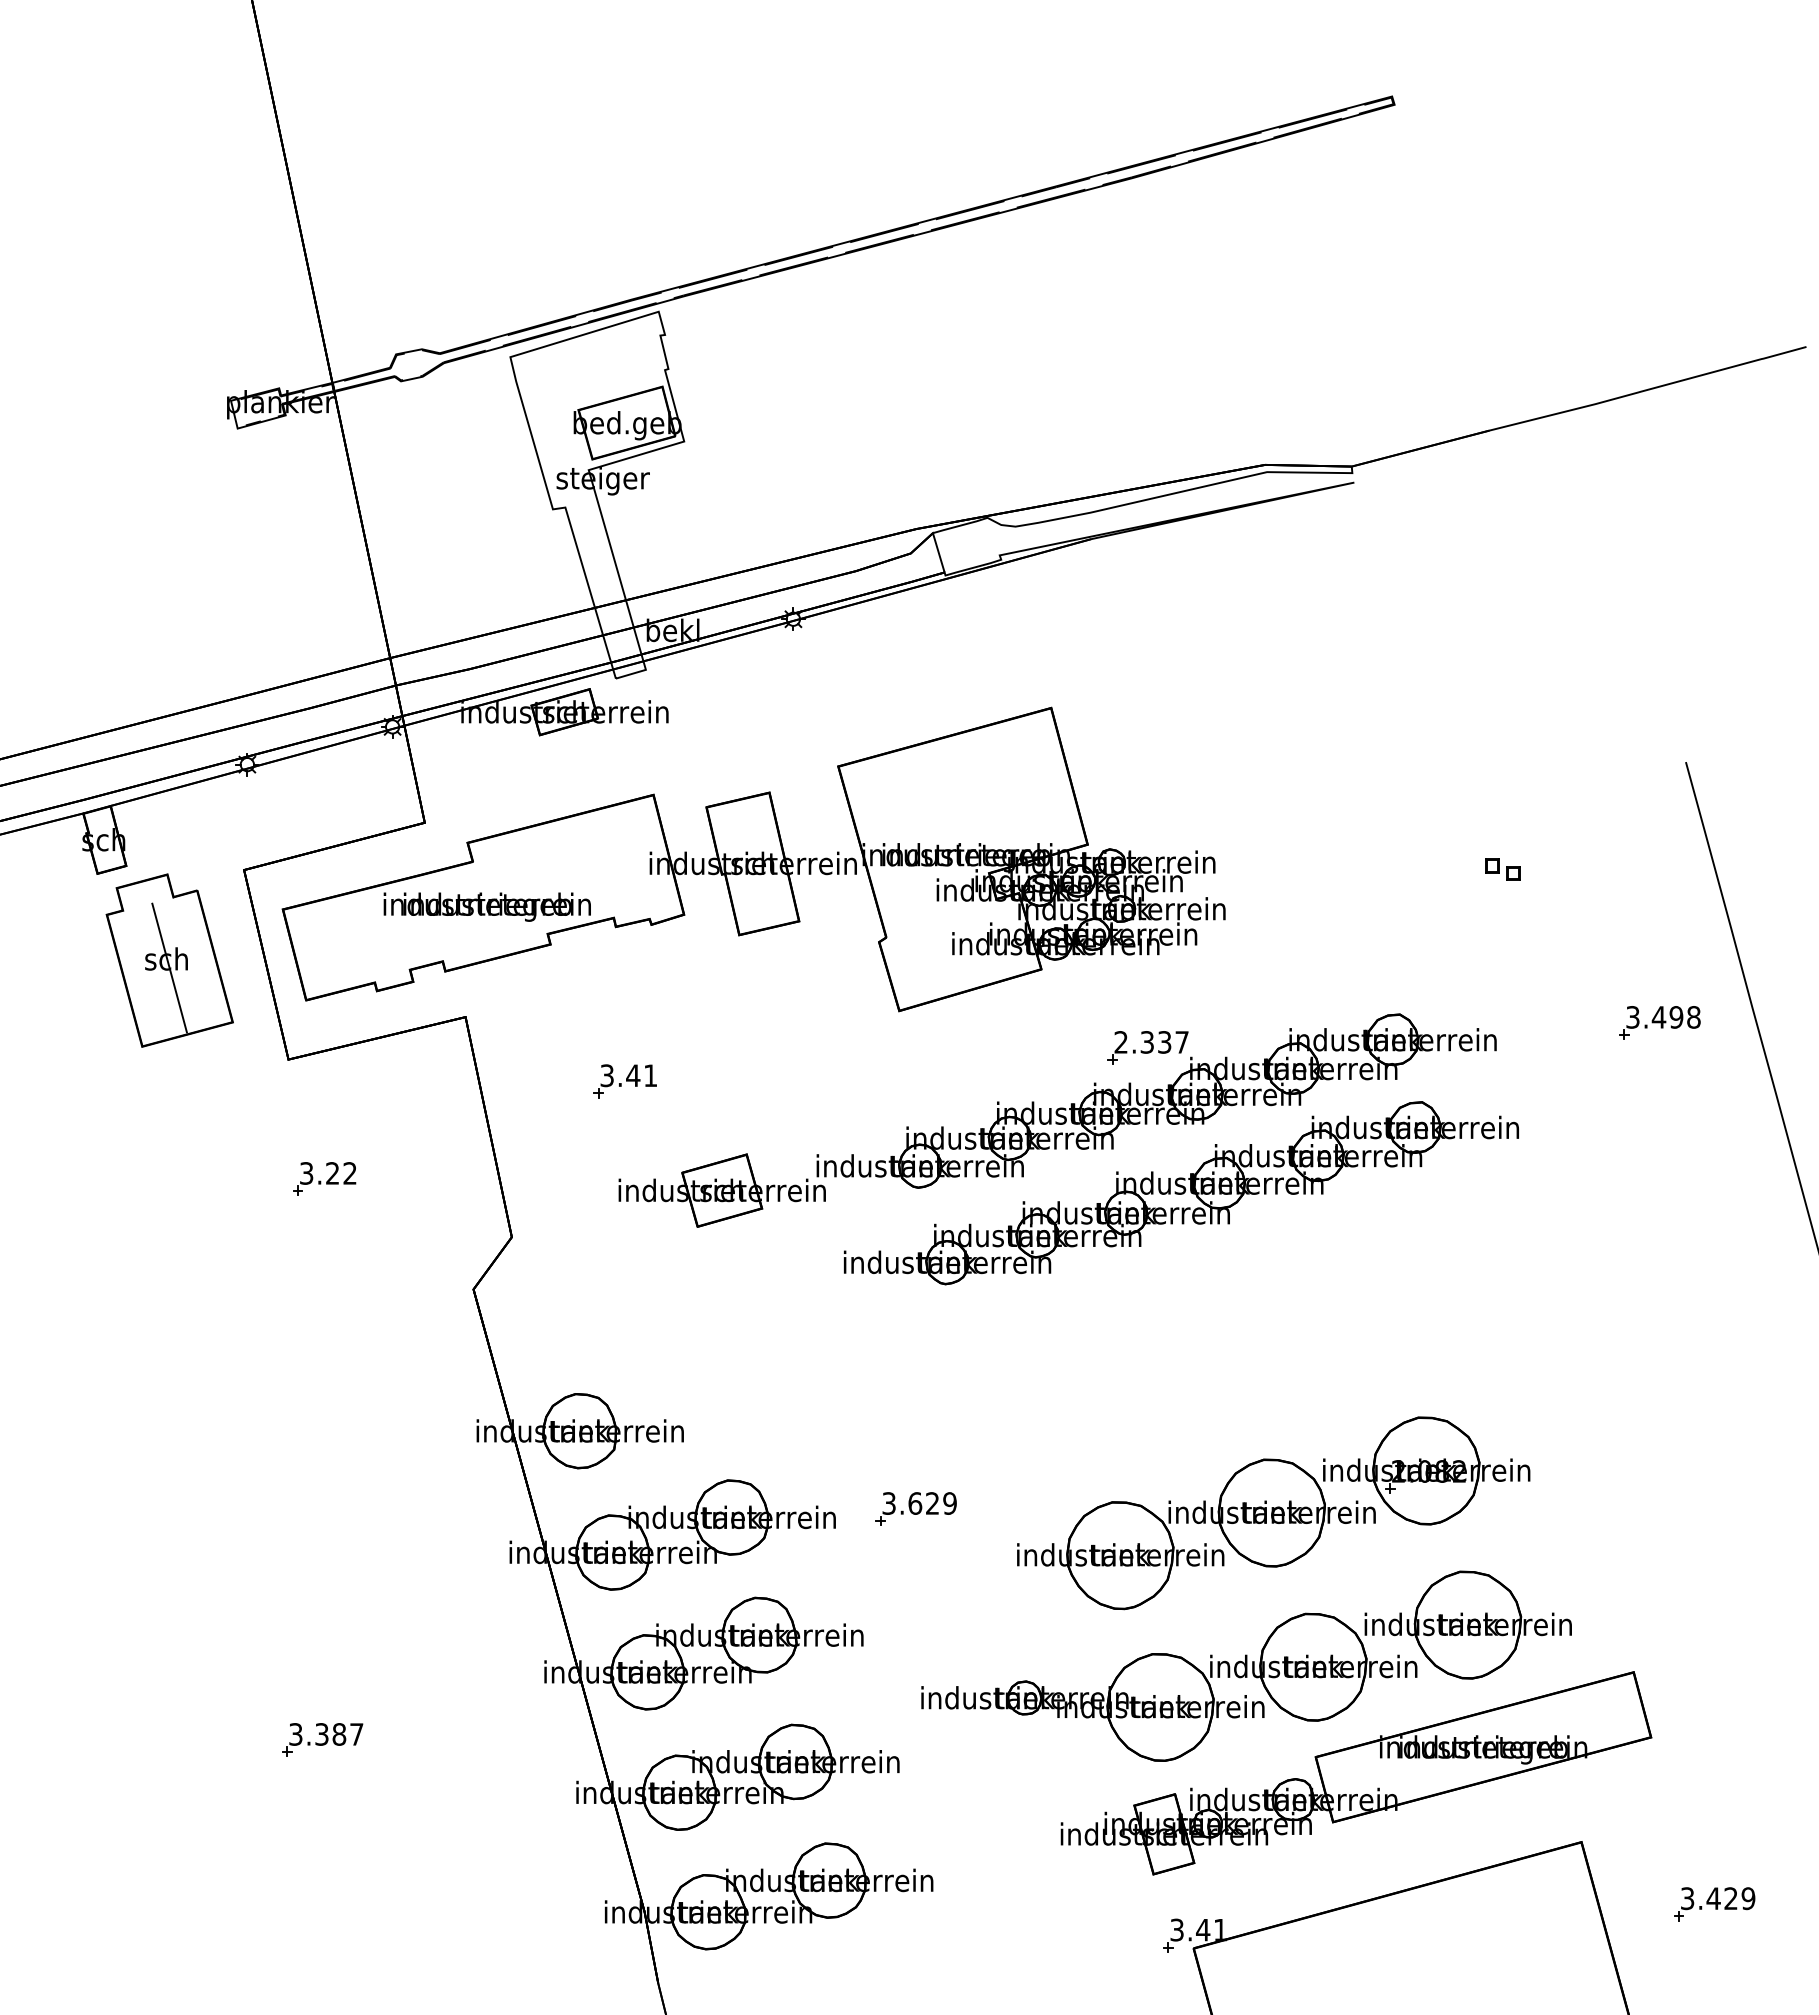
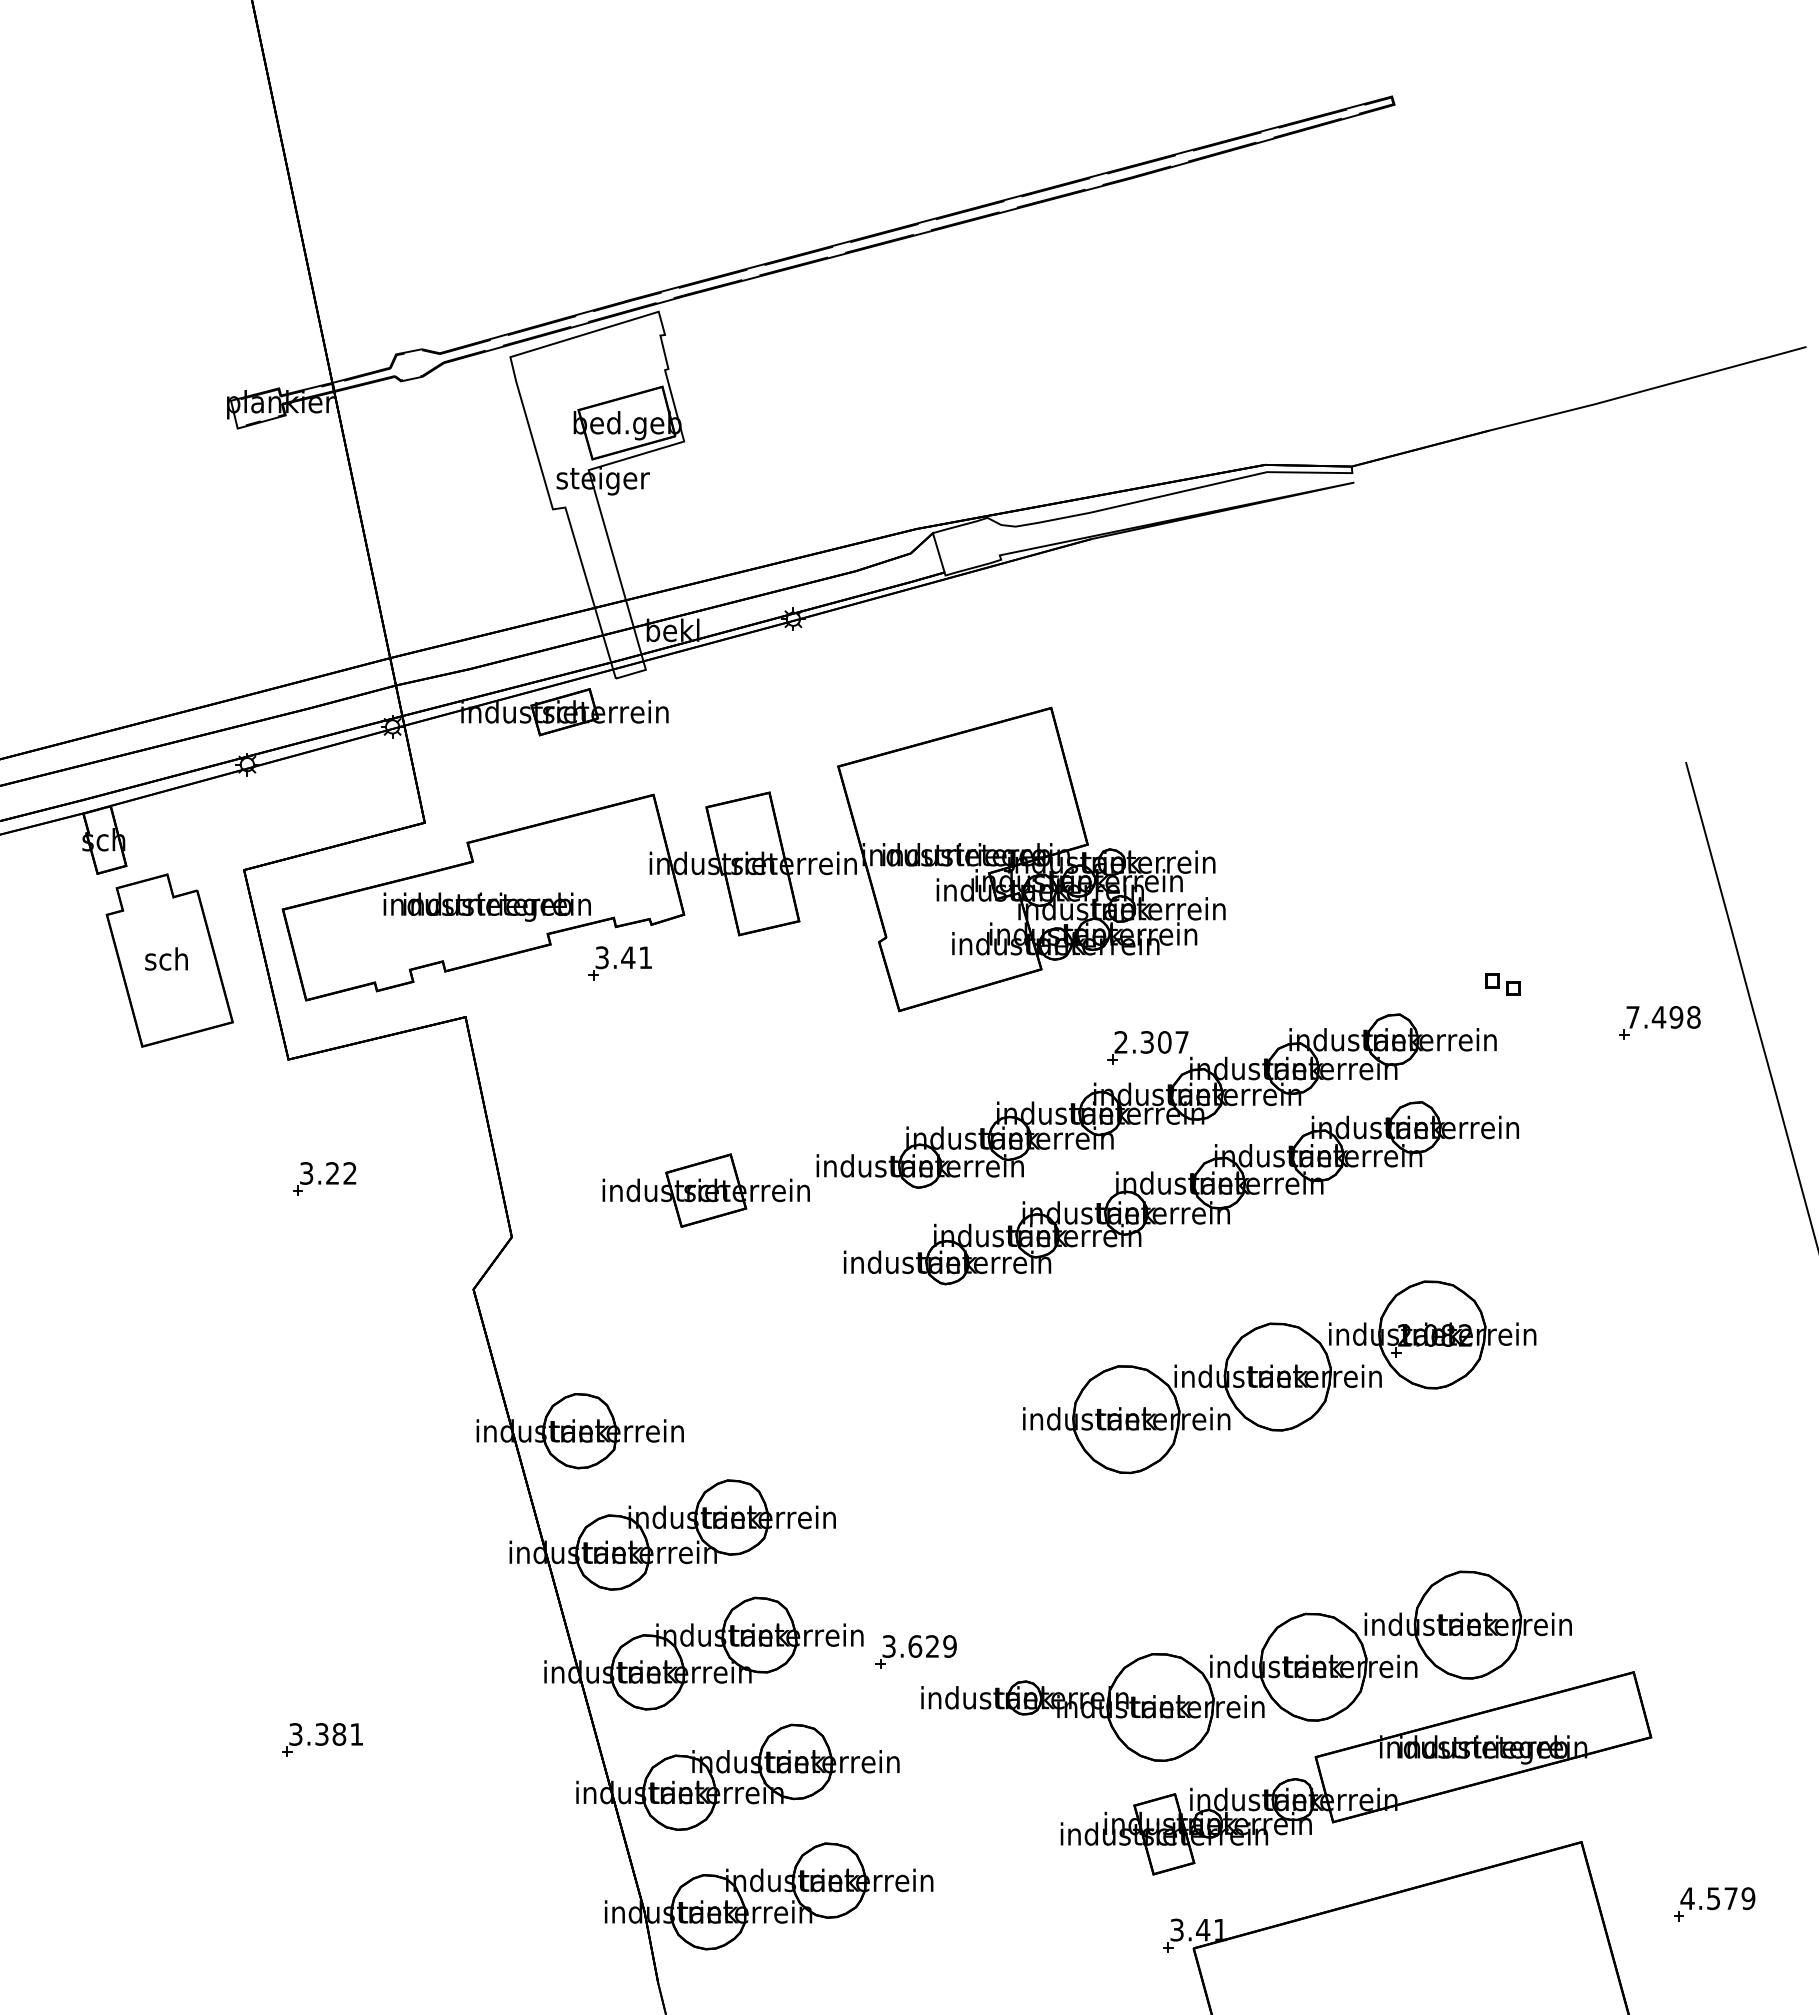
part at (1502, 869) position: (1502, 869) -> (1502, 984)
line at (169, 967): present -> none
text at (1632, 1017): 3.498 -> 7.498
text at (1164, 1042): 2.337 -> 2.307
part at (624, 1081) position: (624, 1081) -> (619, 963)
part at (721, 1190) position: (721, 1190) -> (705, 1190)
part at (915, 1508) position: (915, 1508) -> (915, 1651)
part at (1273, 1513) position: (1273, 1513) -> (1279, 1377)
text at (356, 1734): 3.387 -> 3.381
text at (1708, 1898): 3.429 -> 4.579
